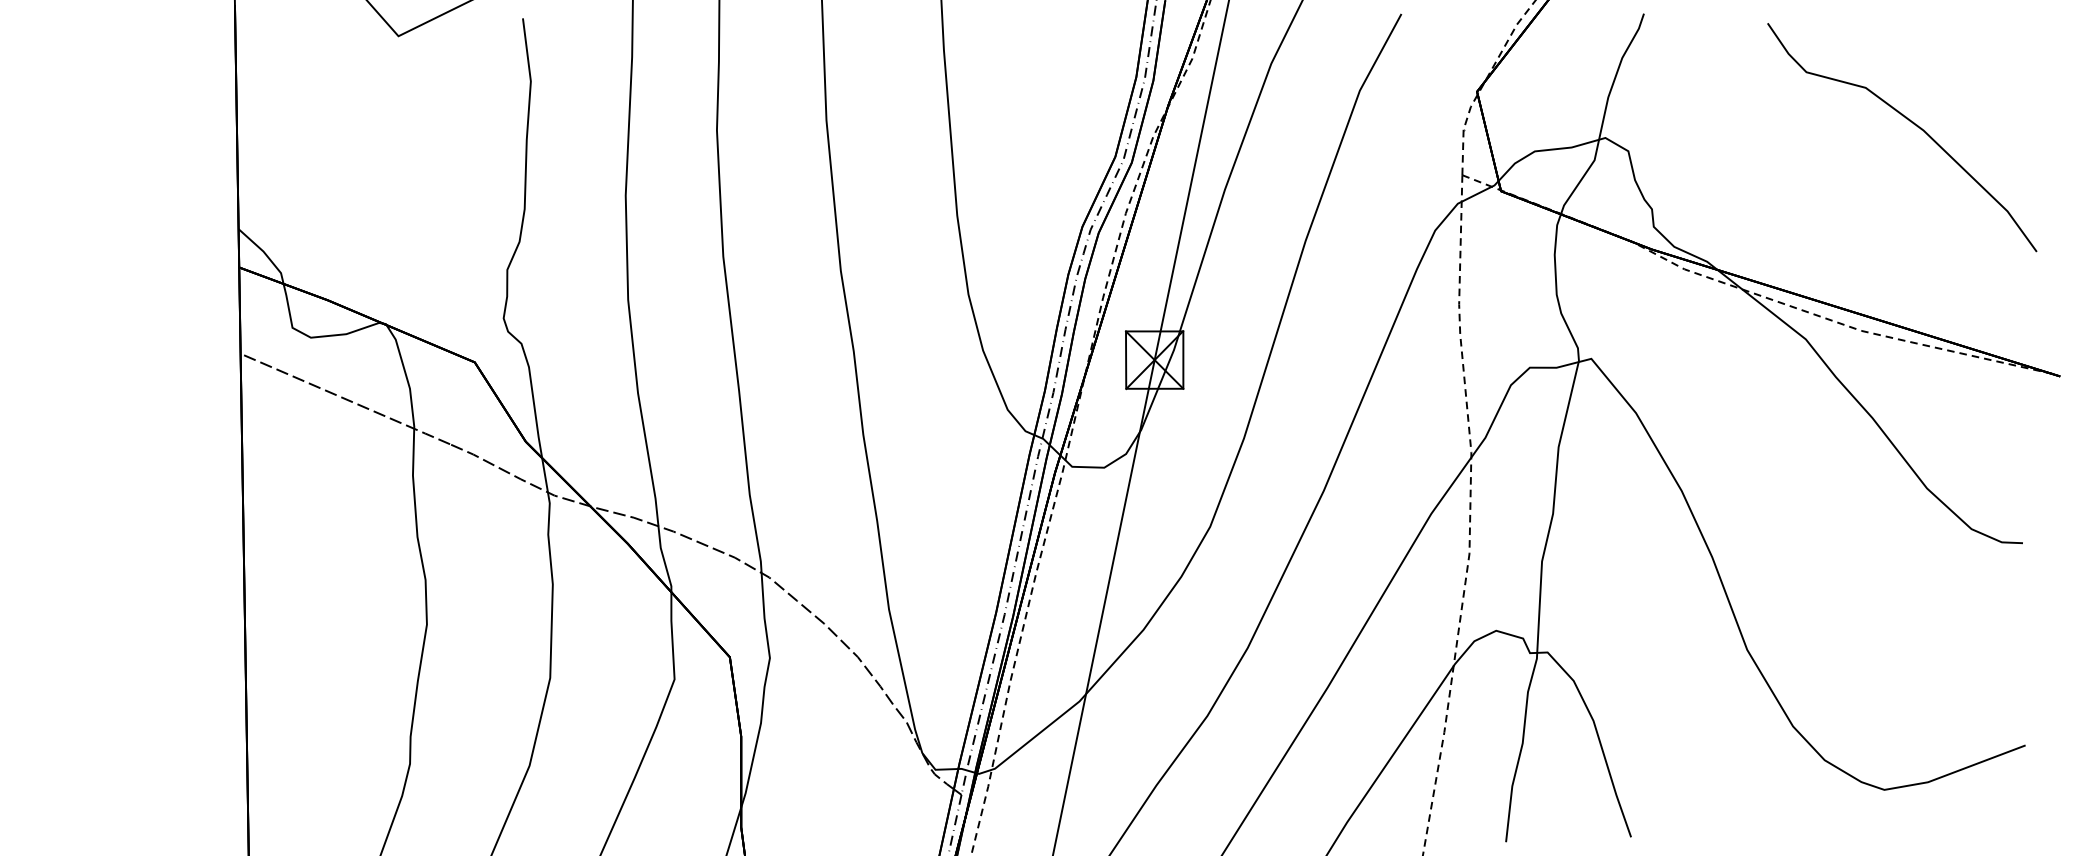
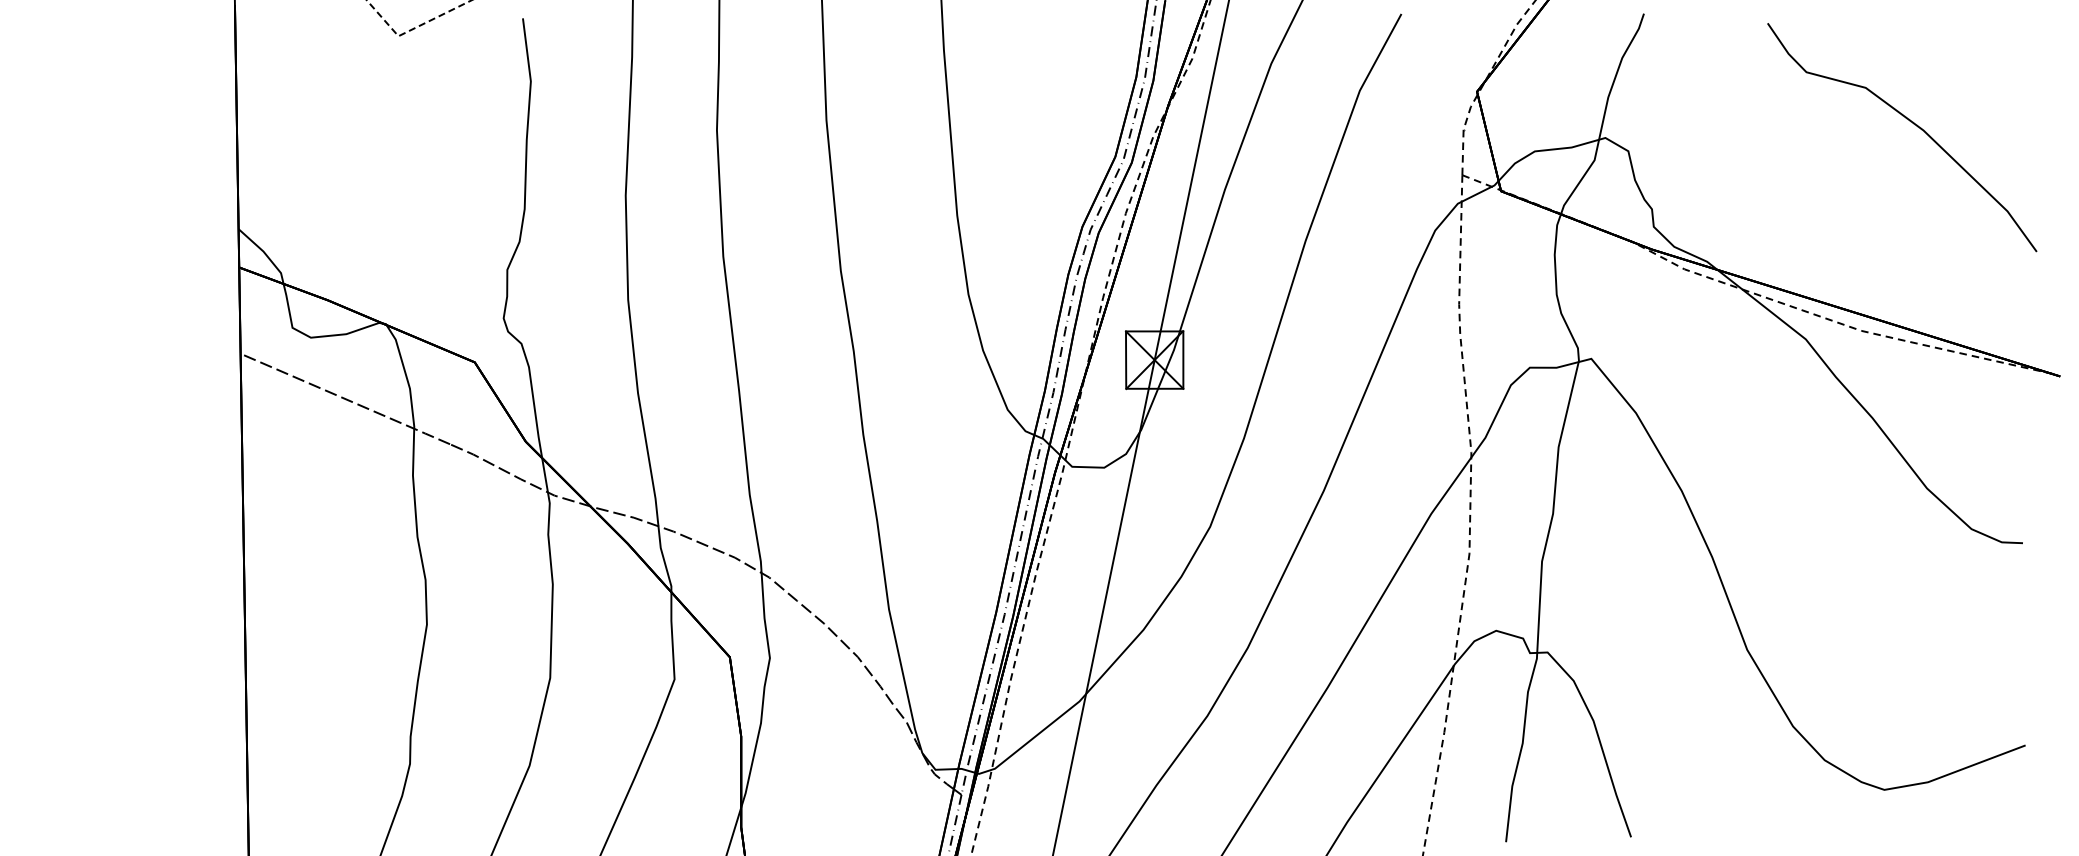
line at (412, 29): solid -> dashed
